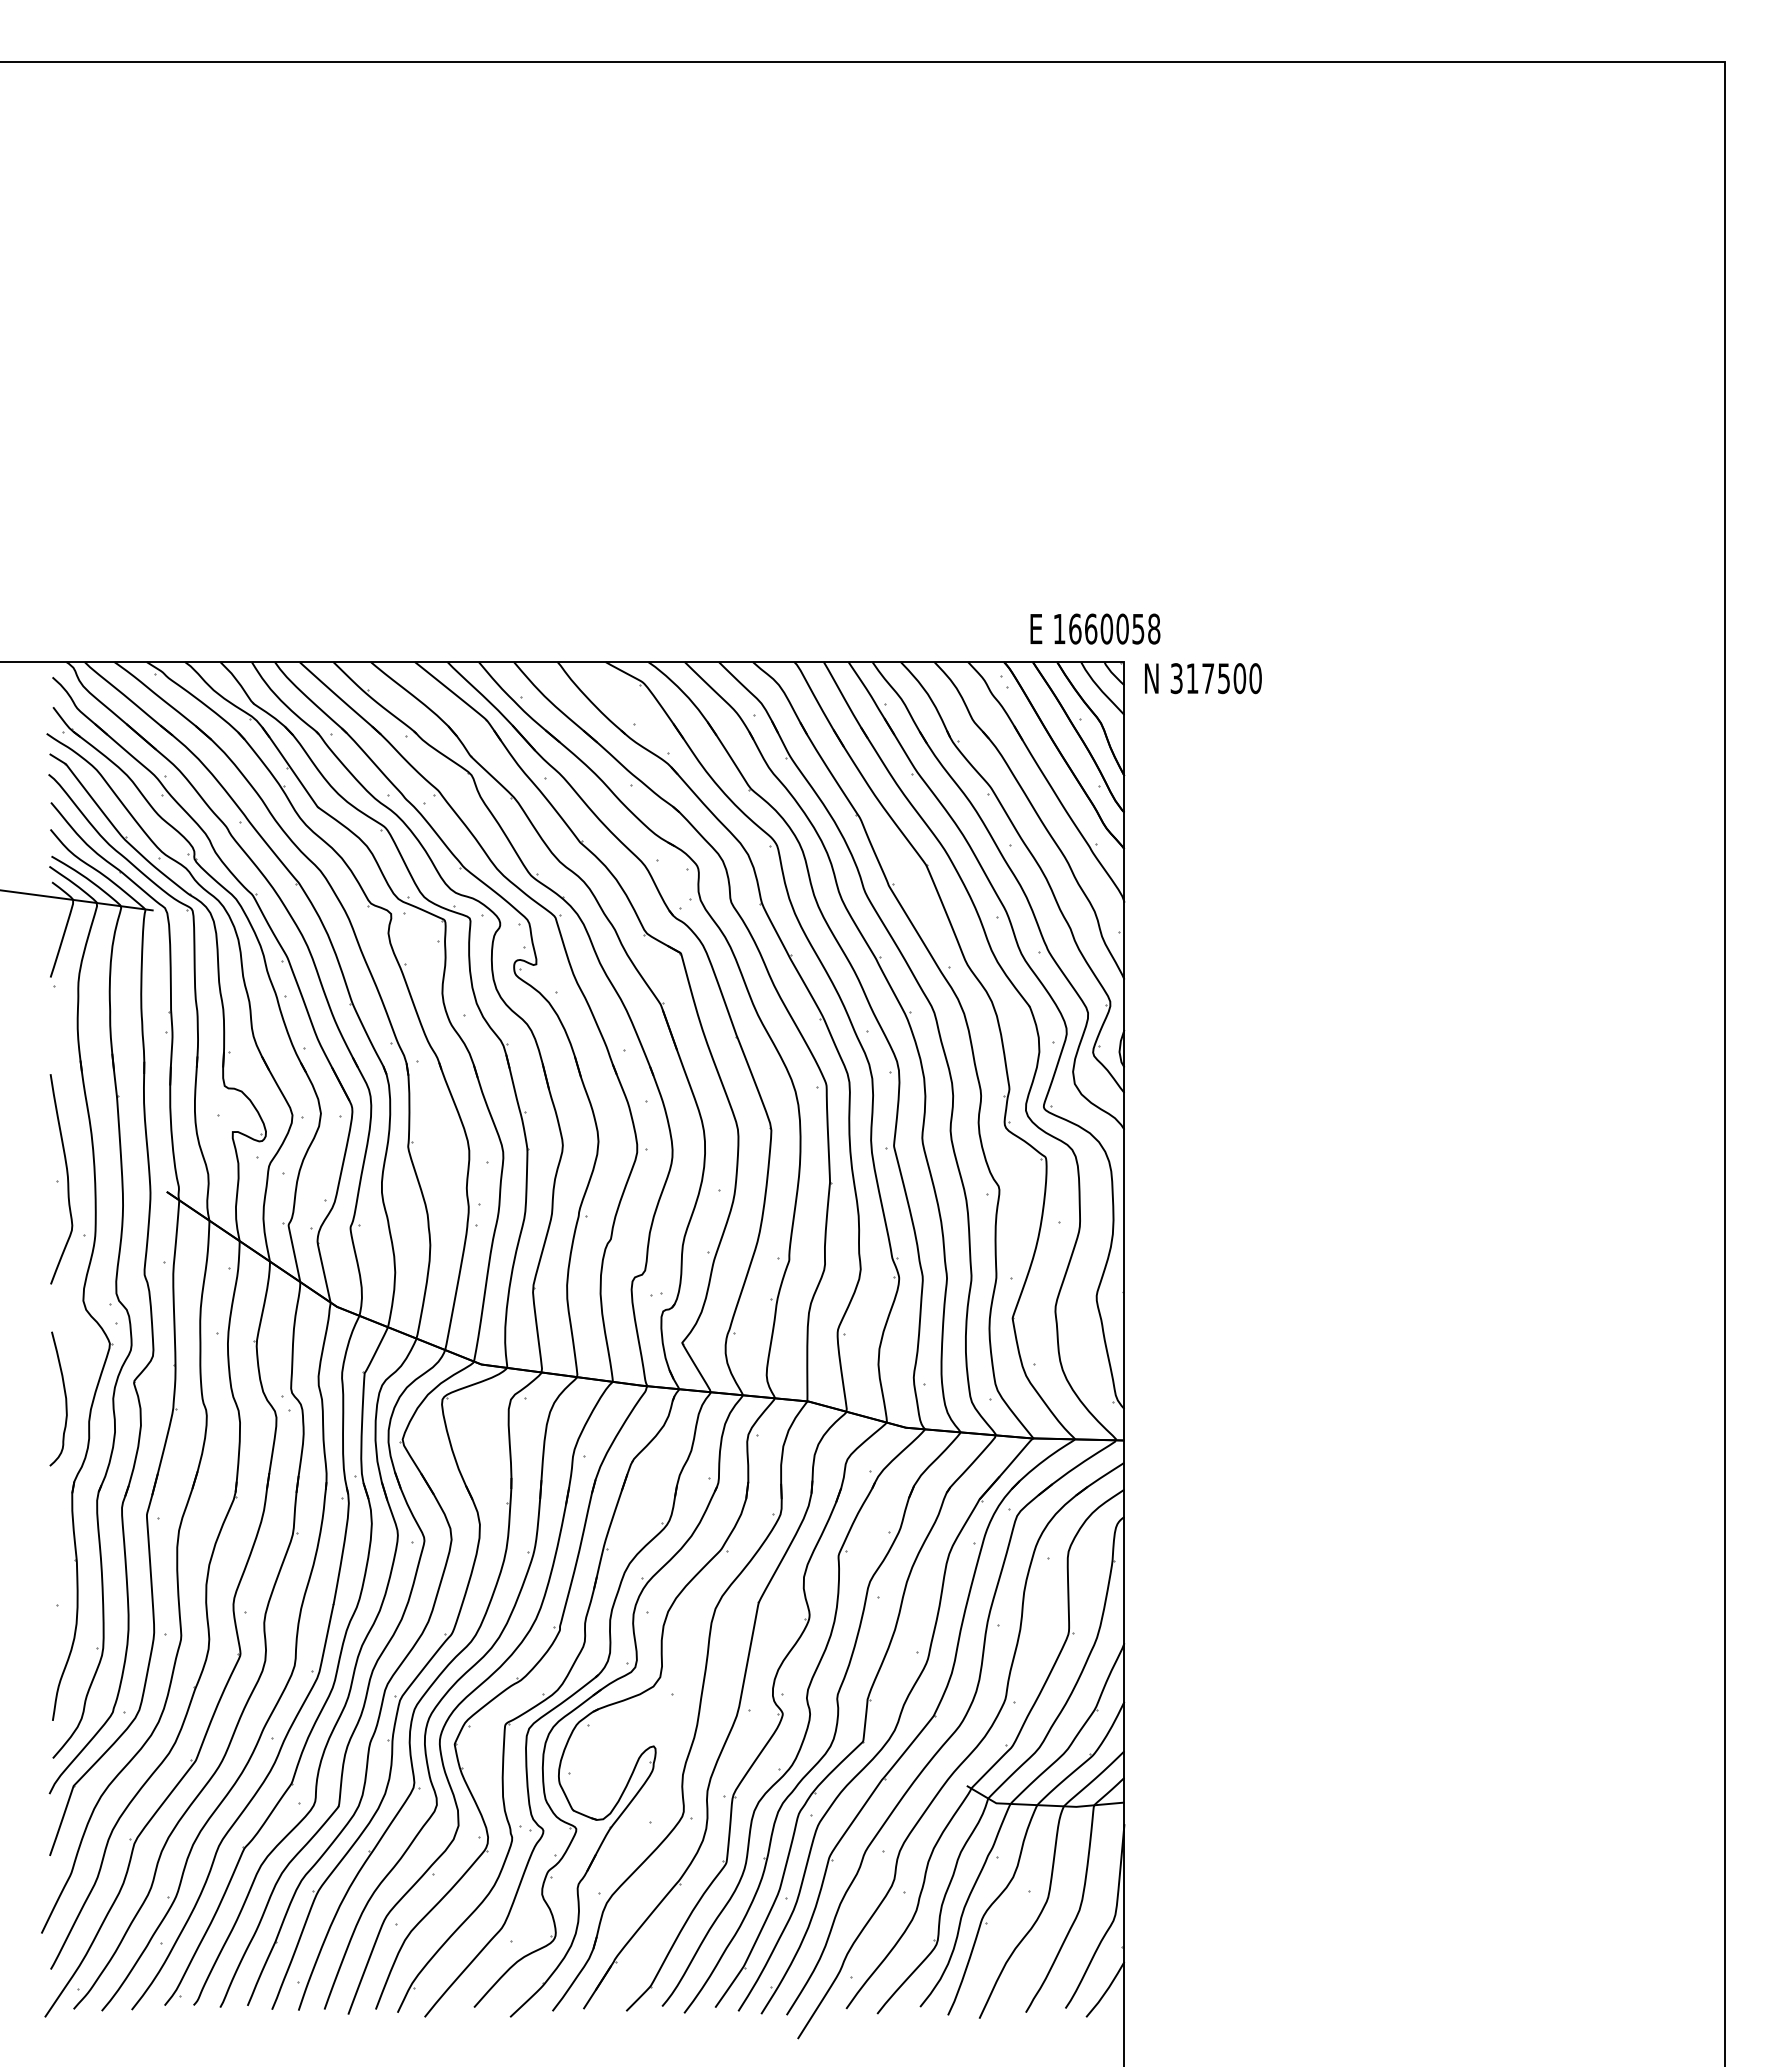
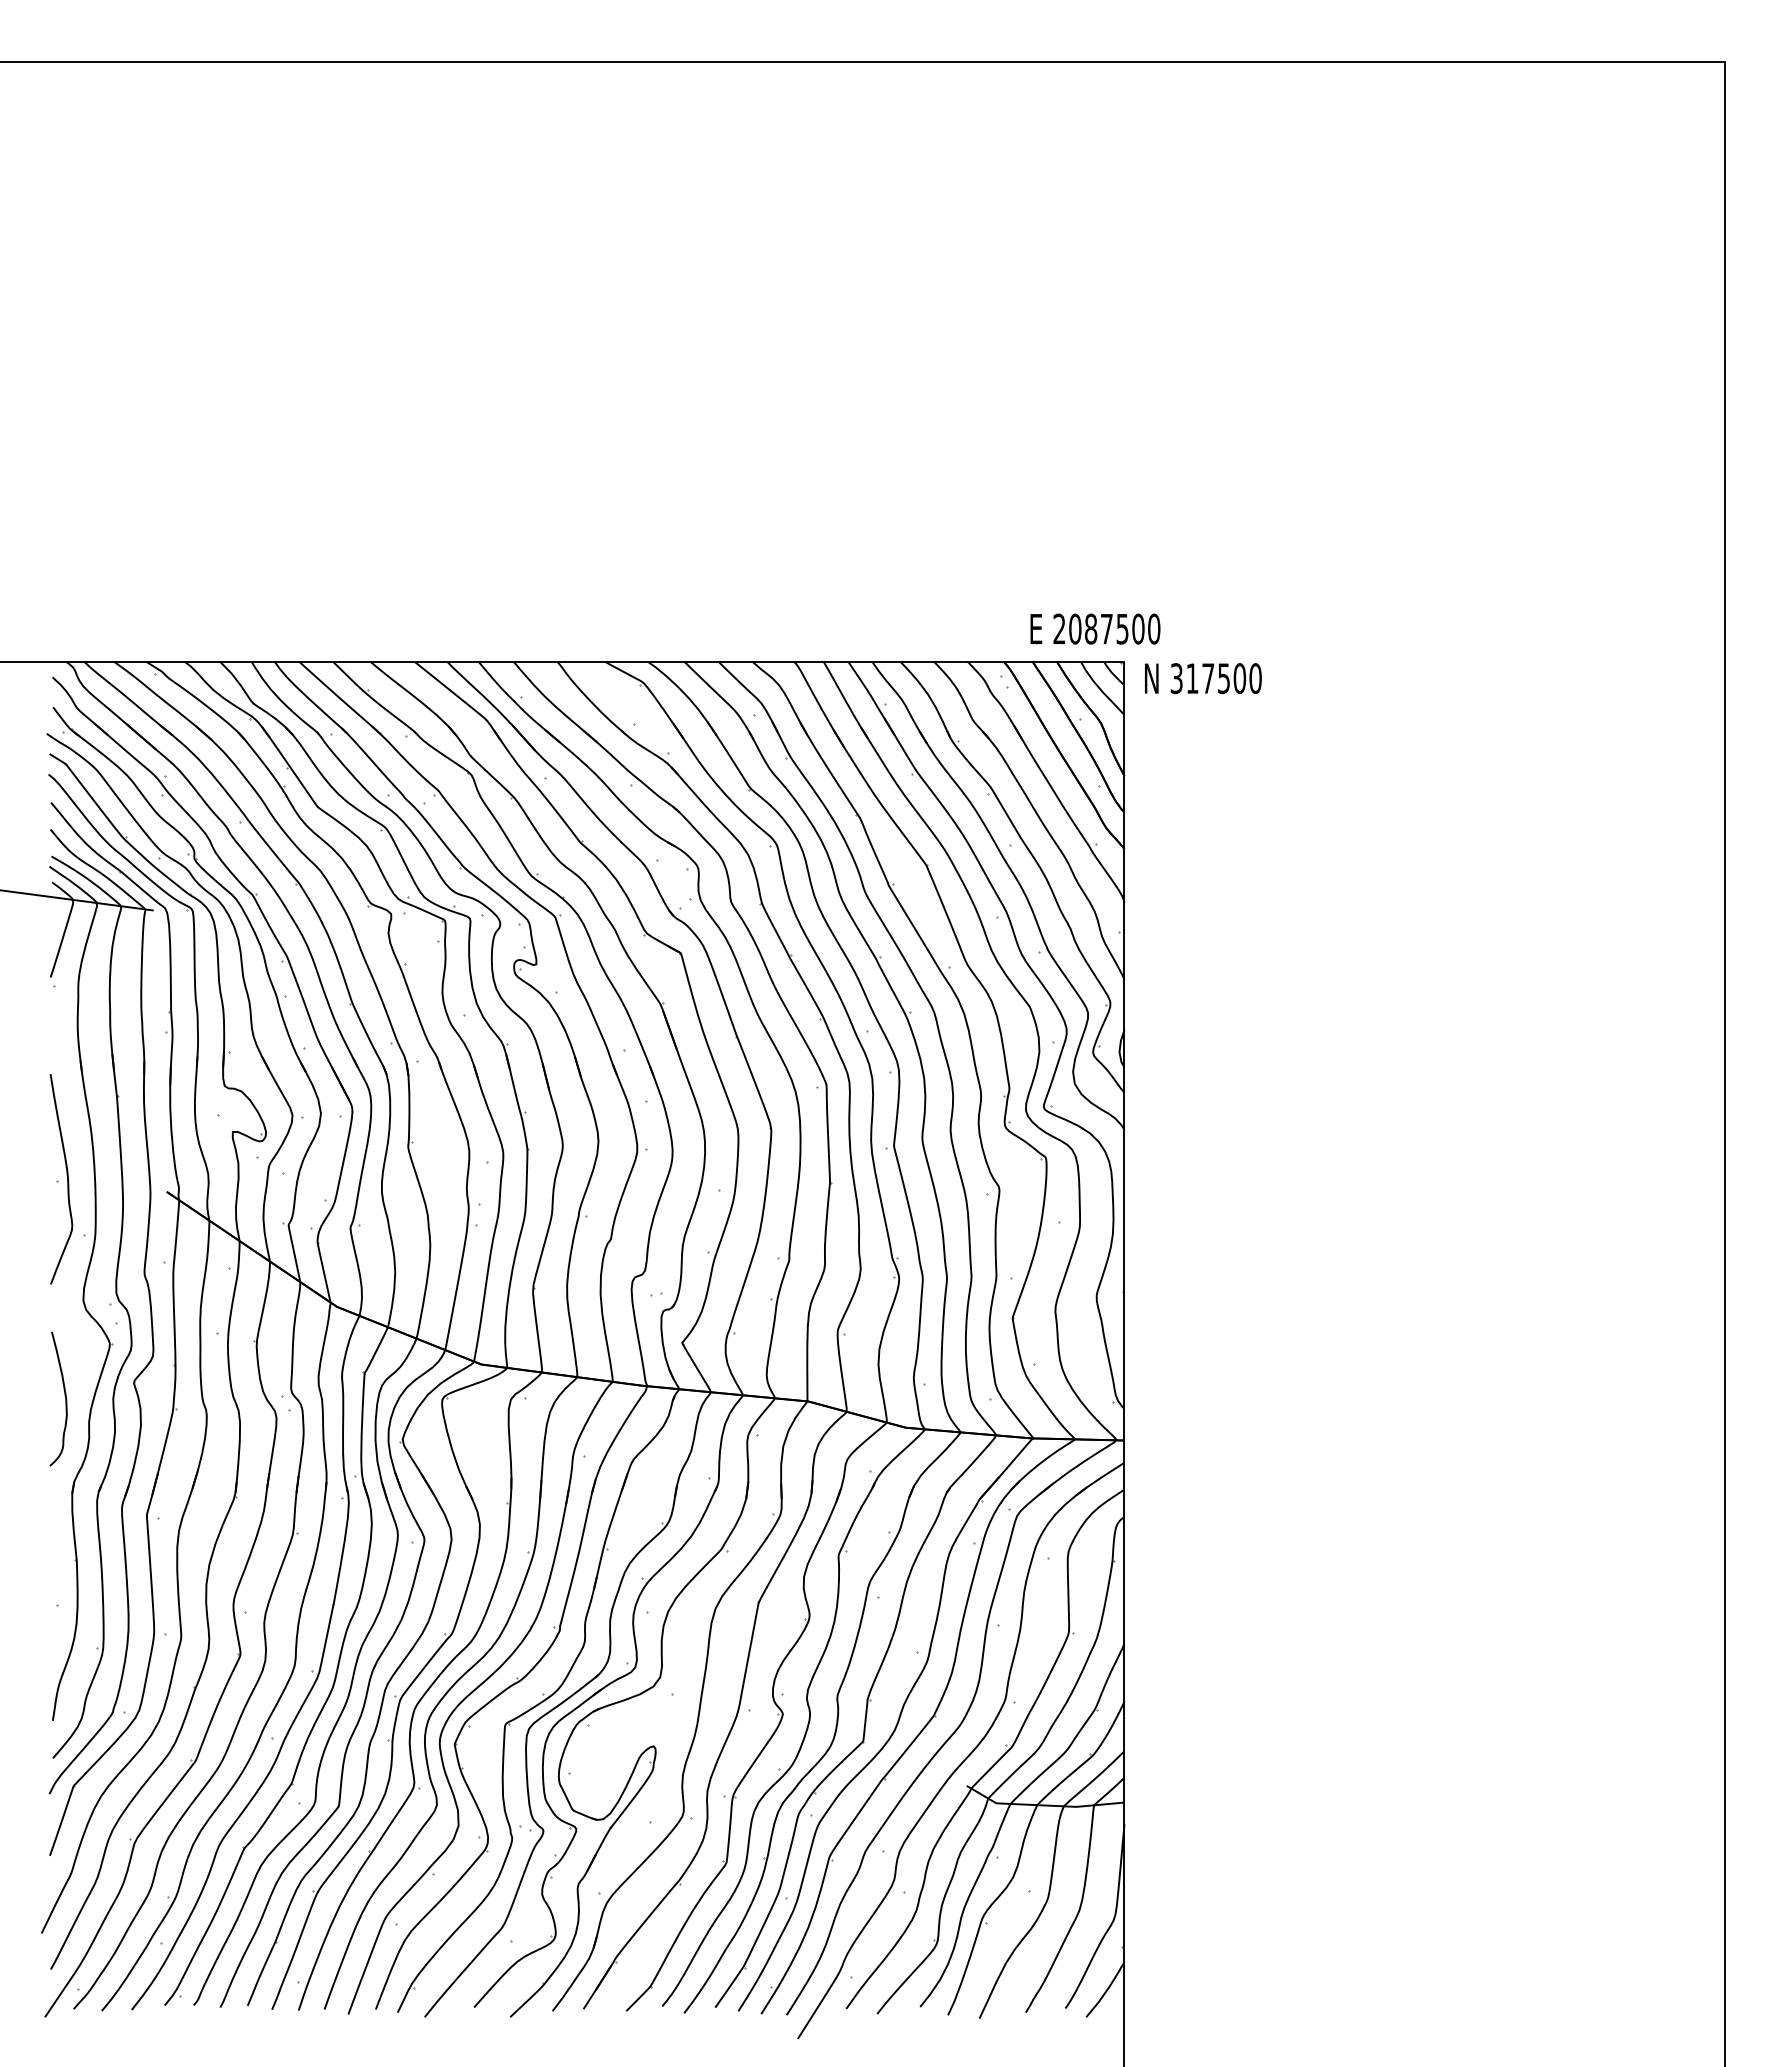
text at (1106, 628): 1660058 -> 2087500
